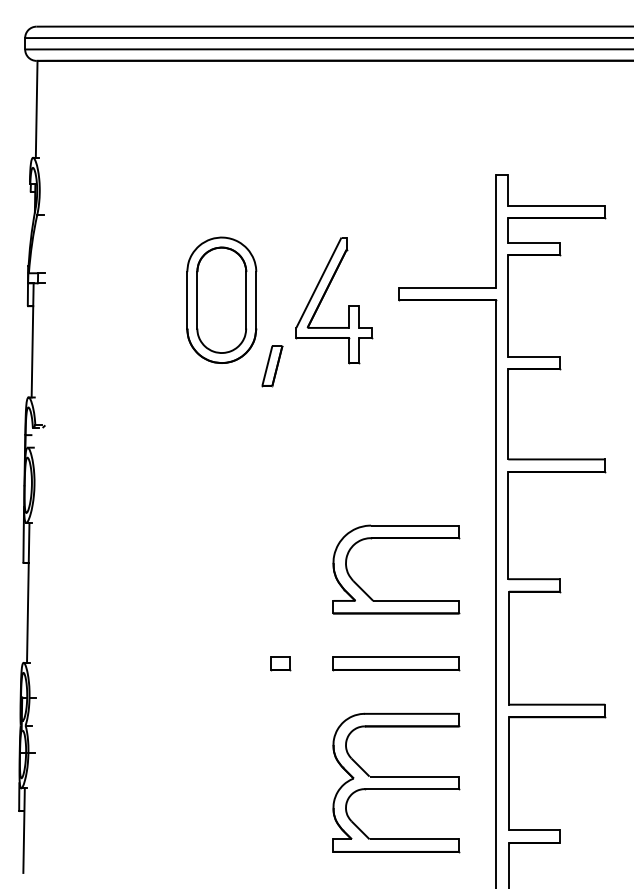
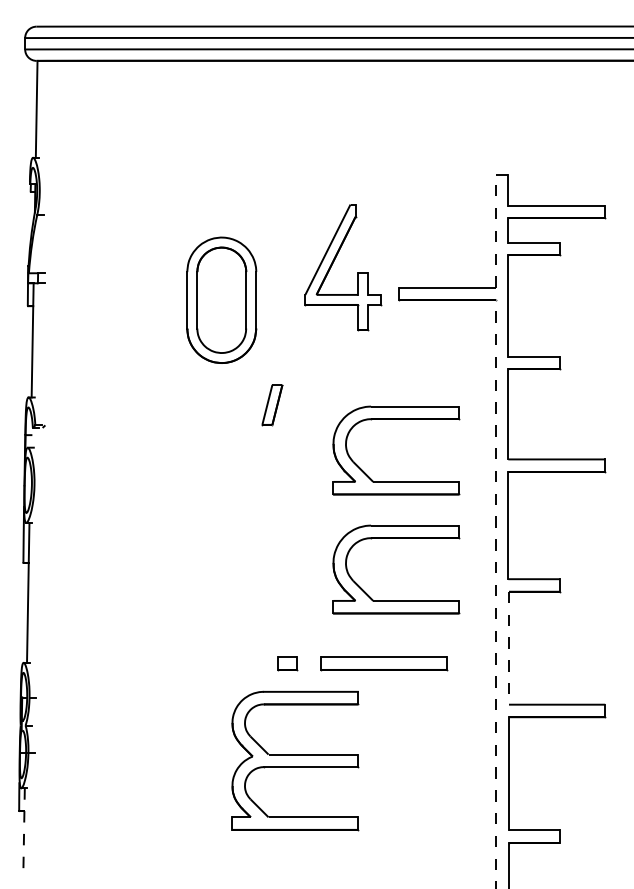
line at (495, 230): solid -> dashed
part at (324, 296) position: (324, 296) -> (333, 263)
part at (272, 366) position: (272, 366) -> (272, 405)
part at (396, 419): none -> present
line at (495, 594): solid -> dashed
line at (509, 648): solid -> dashed
part at (280, 663) position: (280, 663) -> (287, 663)
part at (396, 663) position: (396, 663) -> (384, 663)
part at (396, 782) position: (396, 782) -> (295, 760)
line at (24, 831): solid -> dashed
